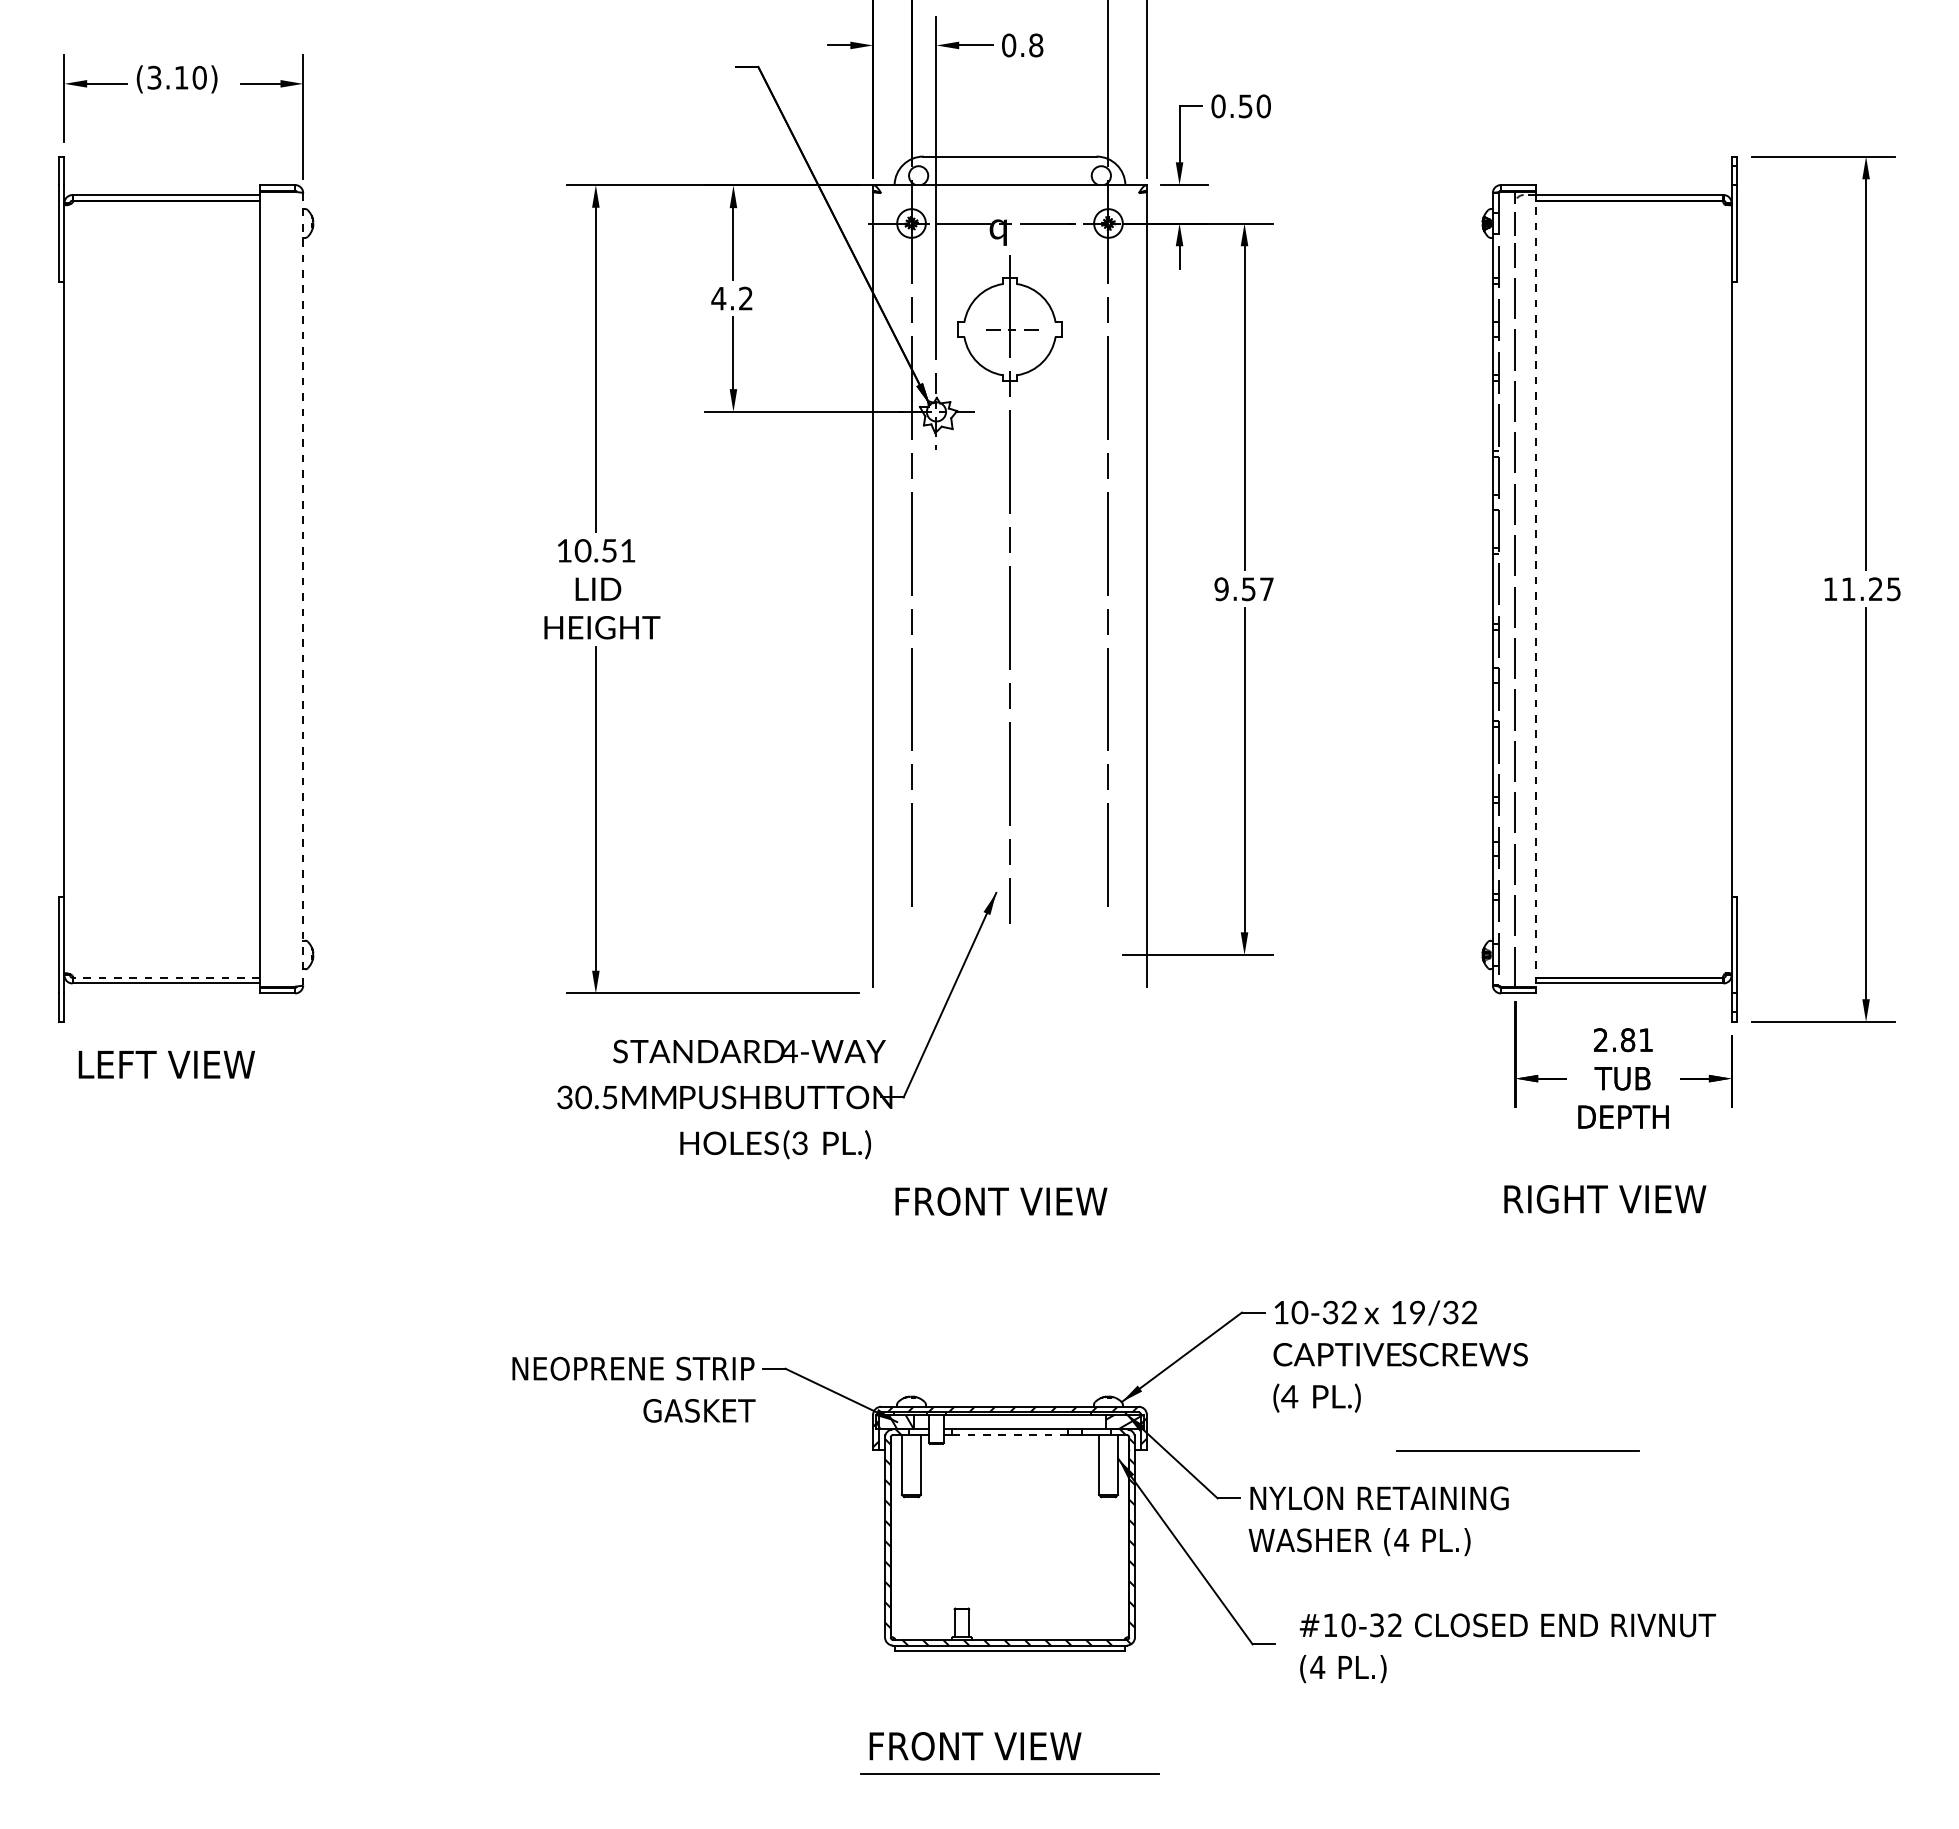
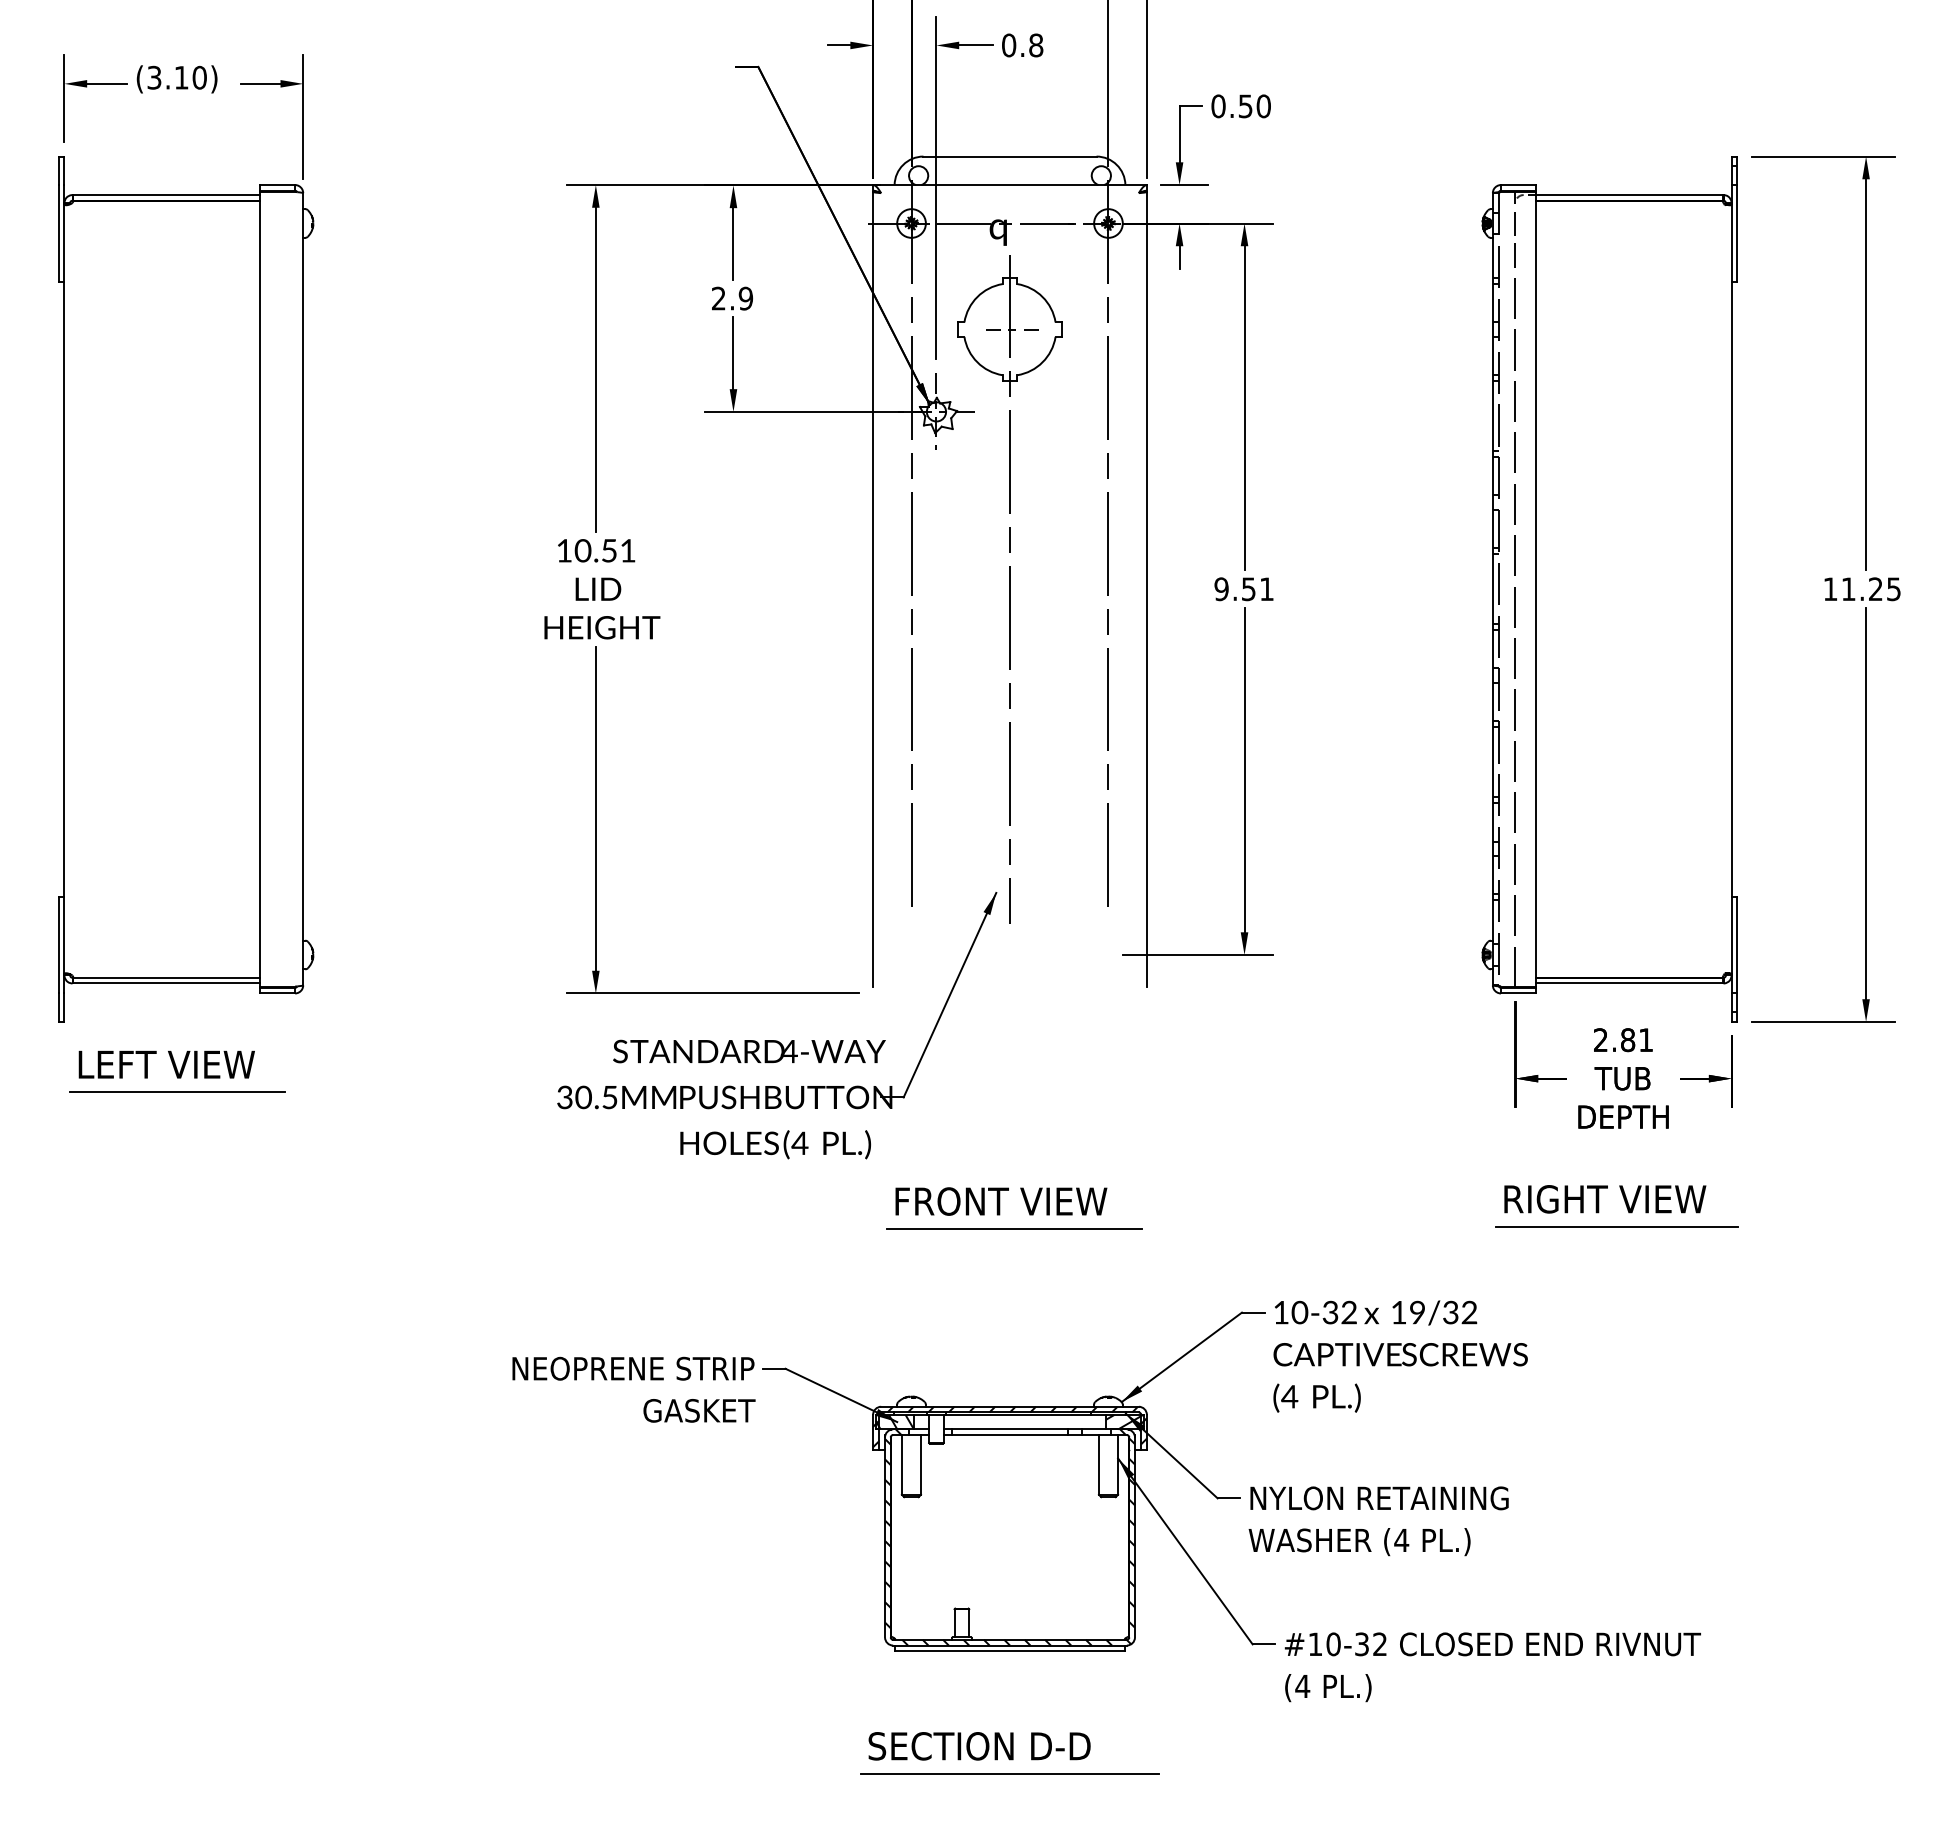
text at (732, 298): 4.2 -> 2.9
text at (1266, 588): 9.57 -> 9.51
line at (303, 589): dashed -> solid
line at (1535, 589): dashed -> solid
line at (166, 977): dashed -> solid
line at (177, 1092): none -> present
text at (799, 1143): (3 -> (4
line at (1013, 1229): none -> present
line at (1009, 1435): dashed -> solid
line at (1517, 1450) position: (1517, 1450) -> (1616, 1226)
text at (1507, 1648) position: (1507, 1648) -> (1492, 1667)
text at (979, 1746): FRONT VIEW -> SECTION D-D
